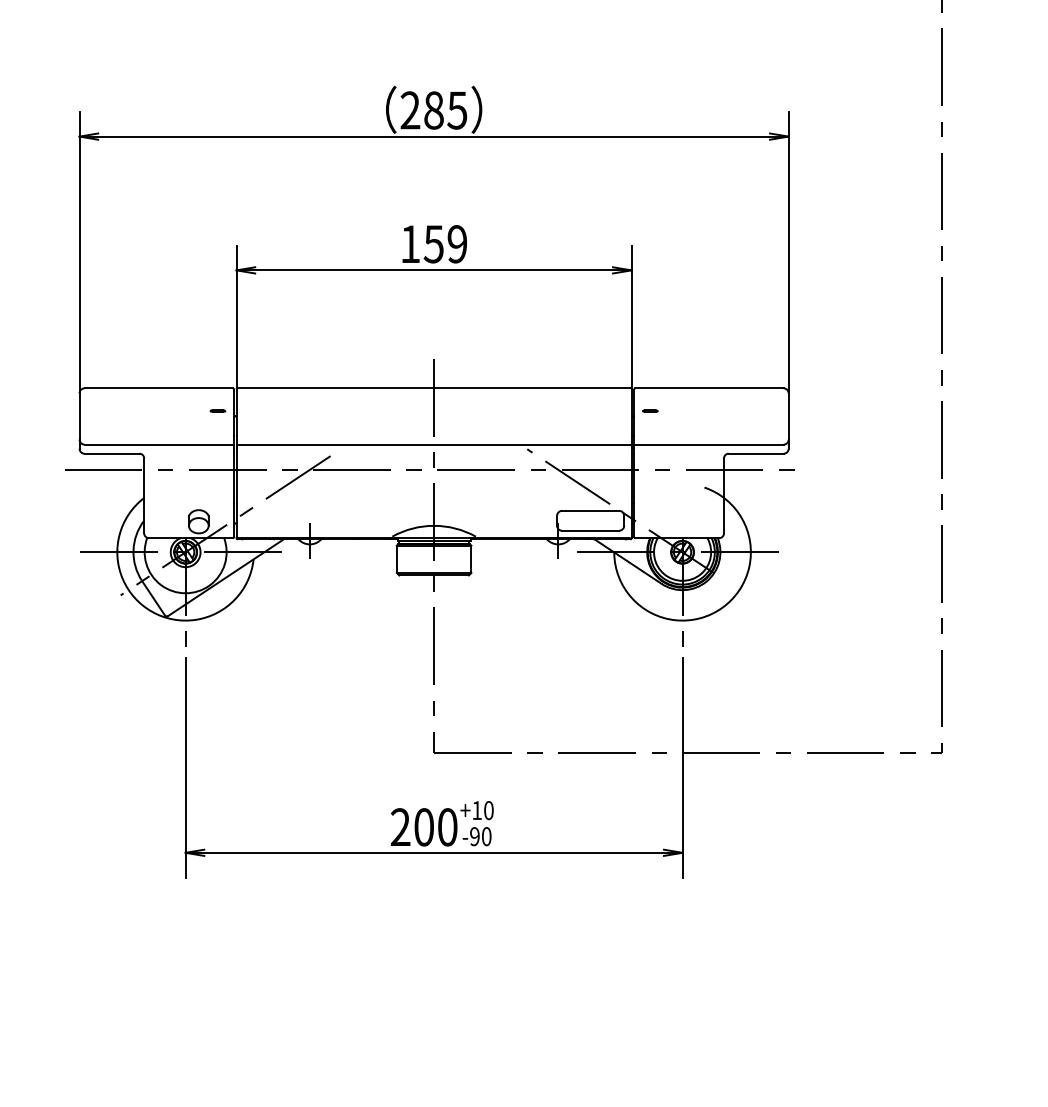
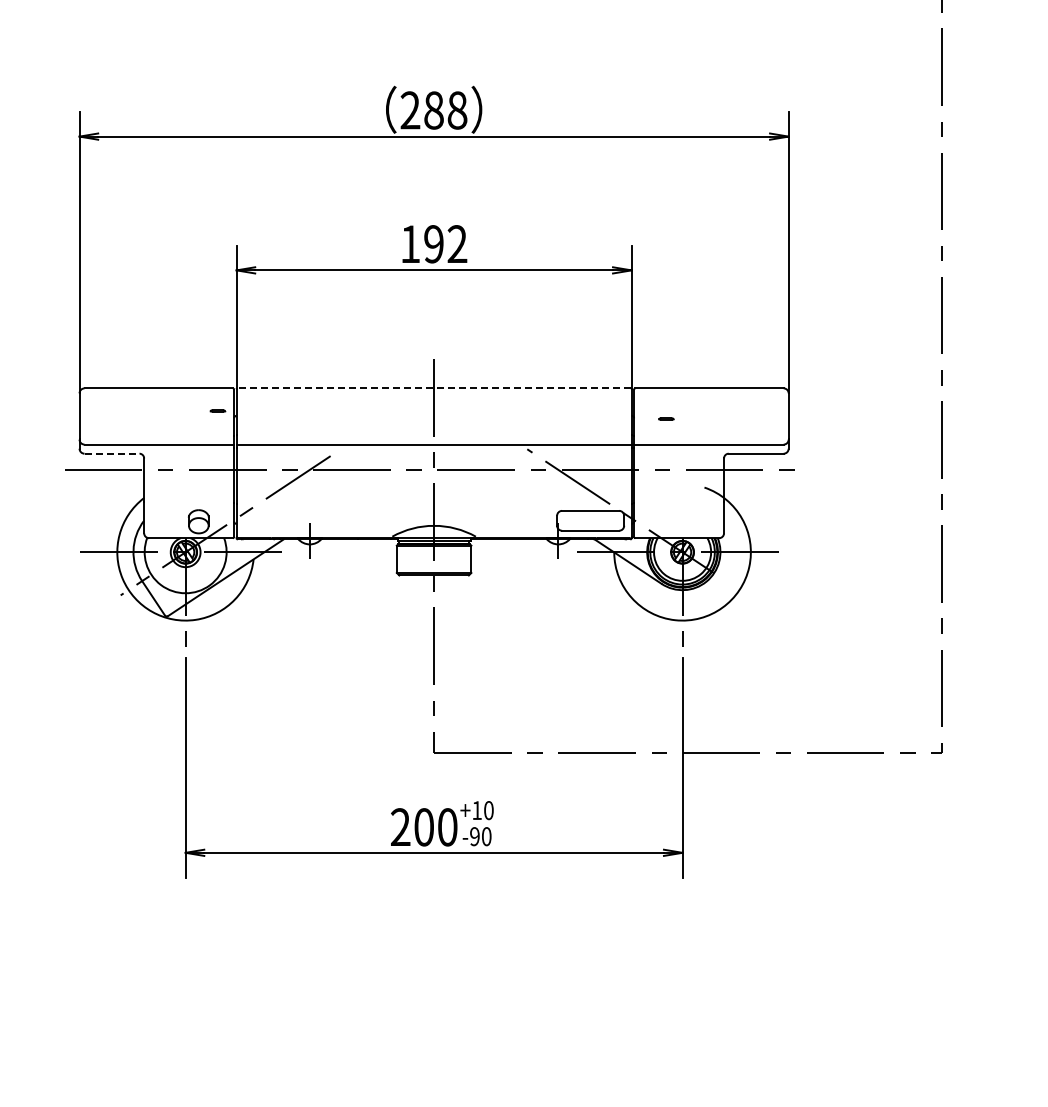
text at (457, 110): 285 -> 288
text at (445, 244): 159 -> 192
line at (434, 388): solid -> dashed
line at (650, 410) position: (650, 410) -> (666, 418)
line at (112, 453): solid -> dashed
